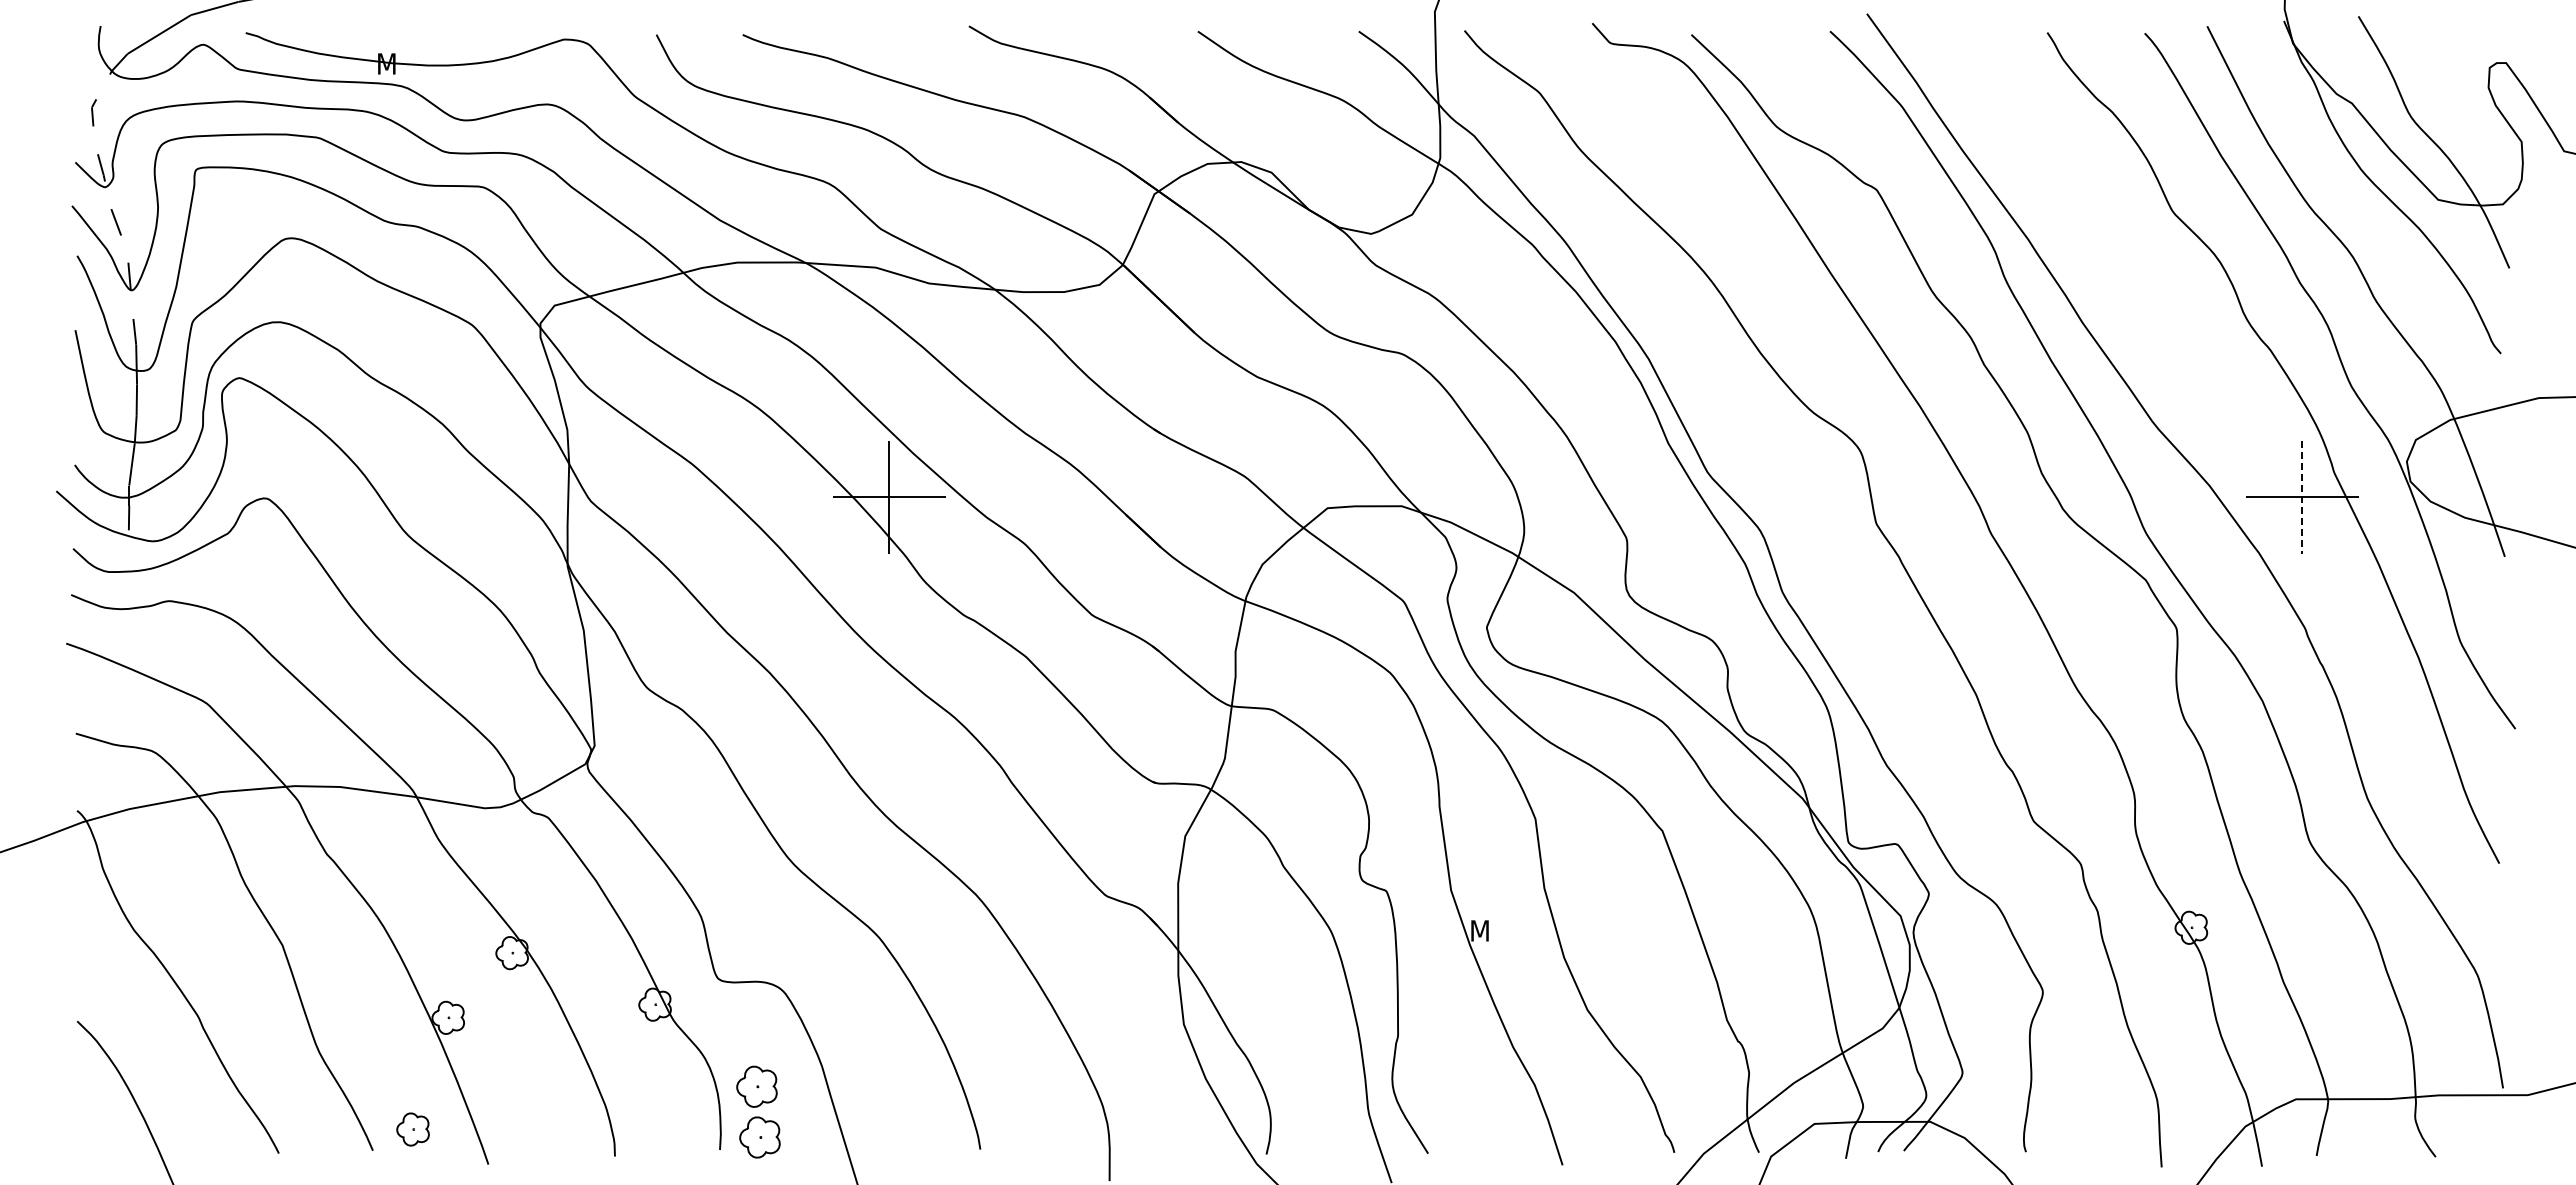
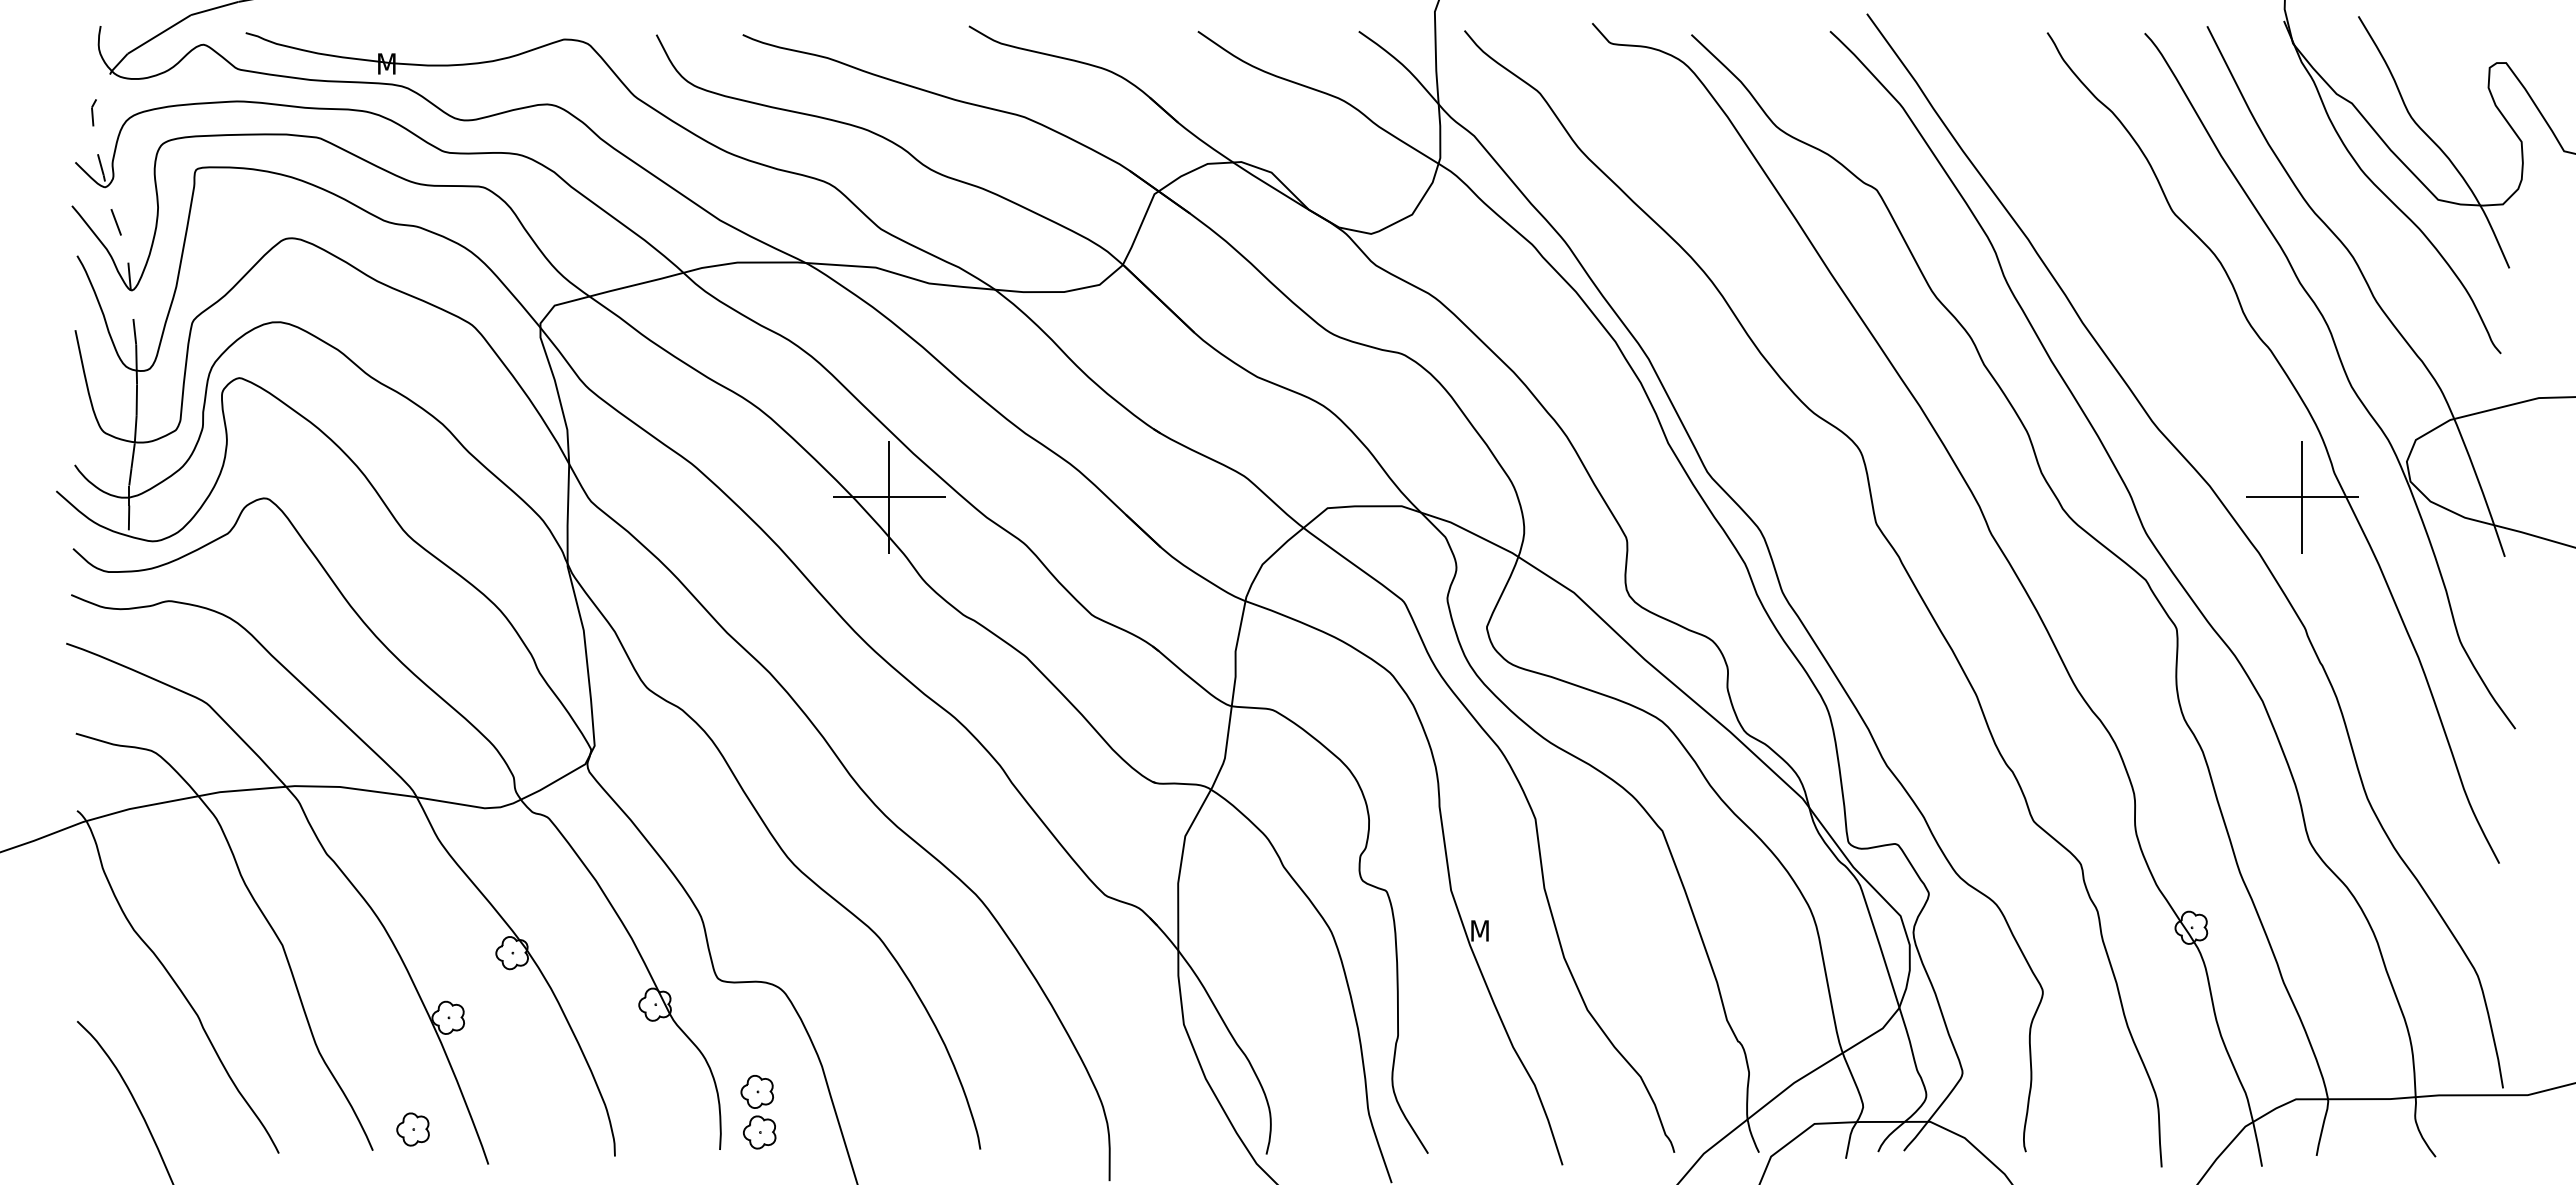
line at (2302, 497): dashed -> solid
part at (758, 1111) size: 45x94 px -> 37x75 px
